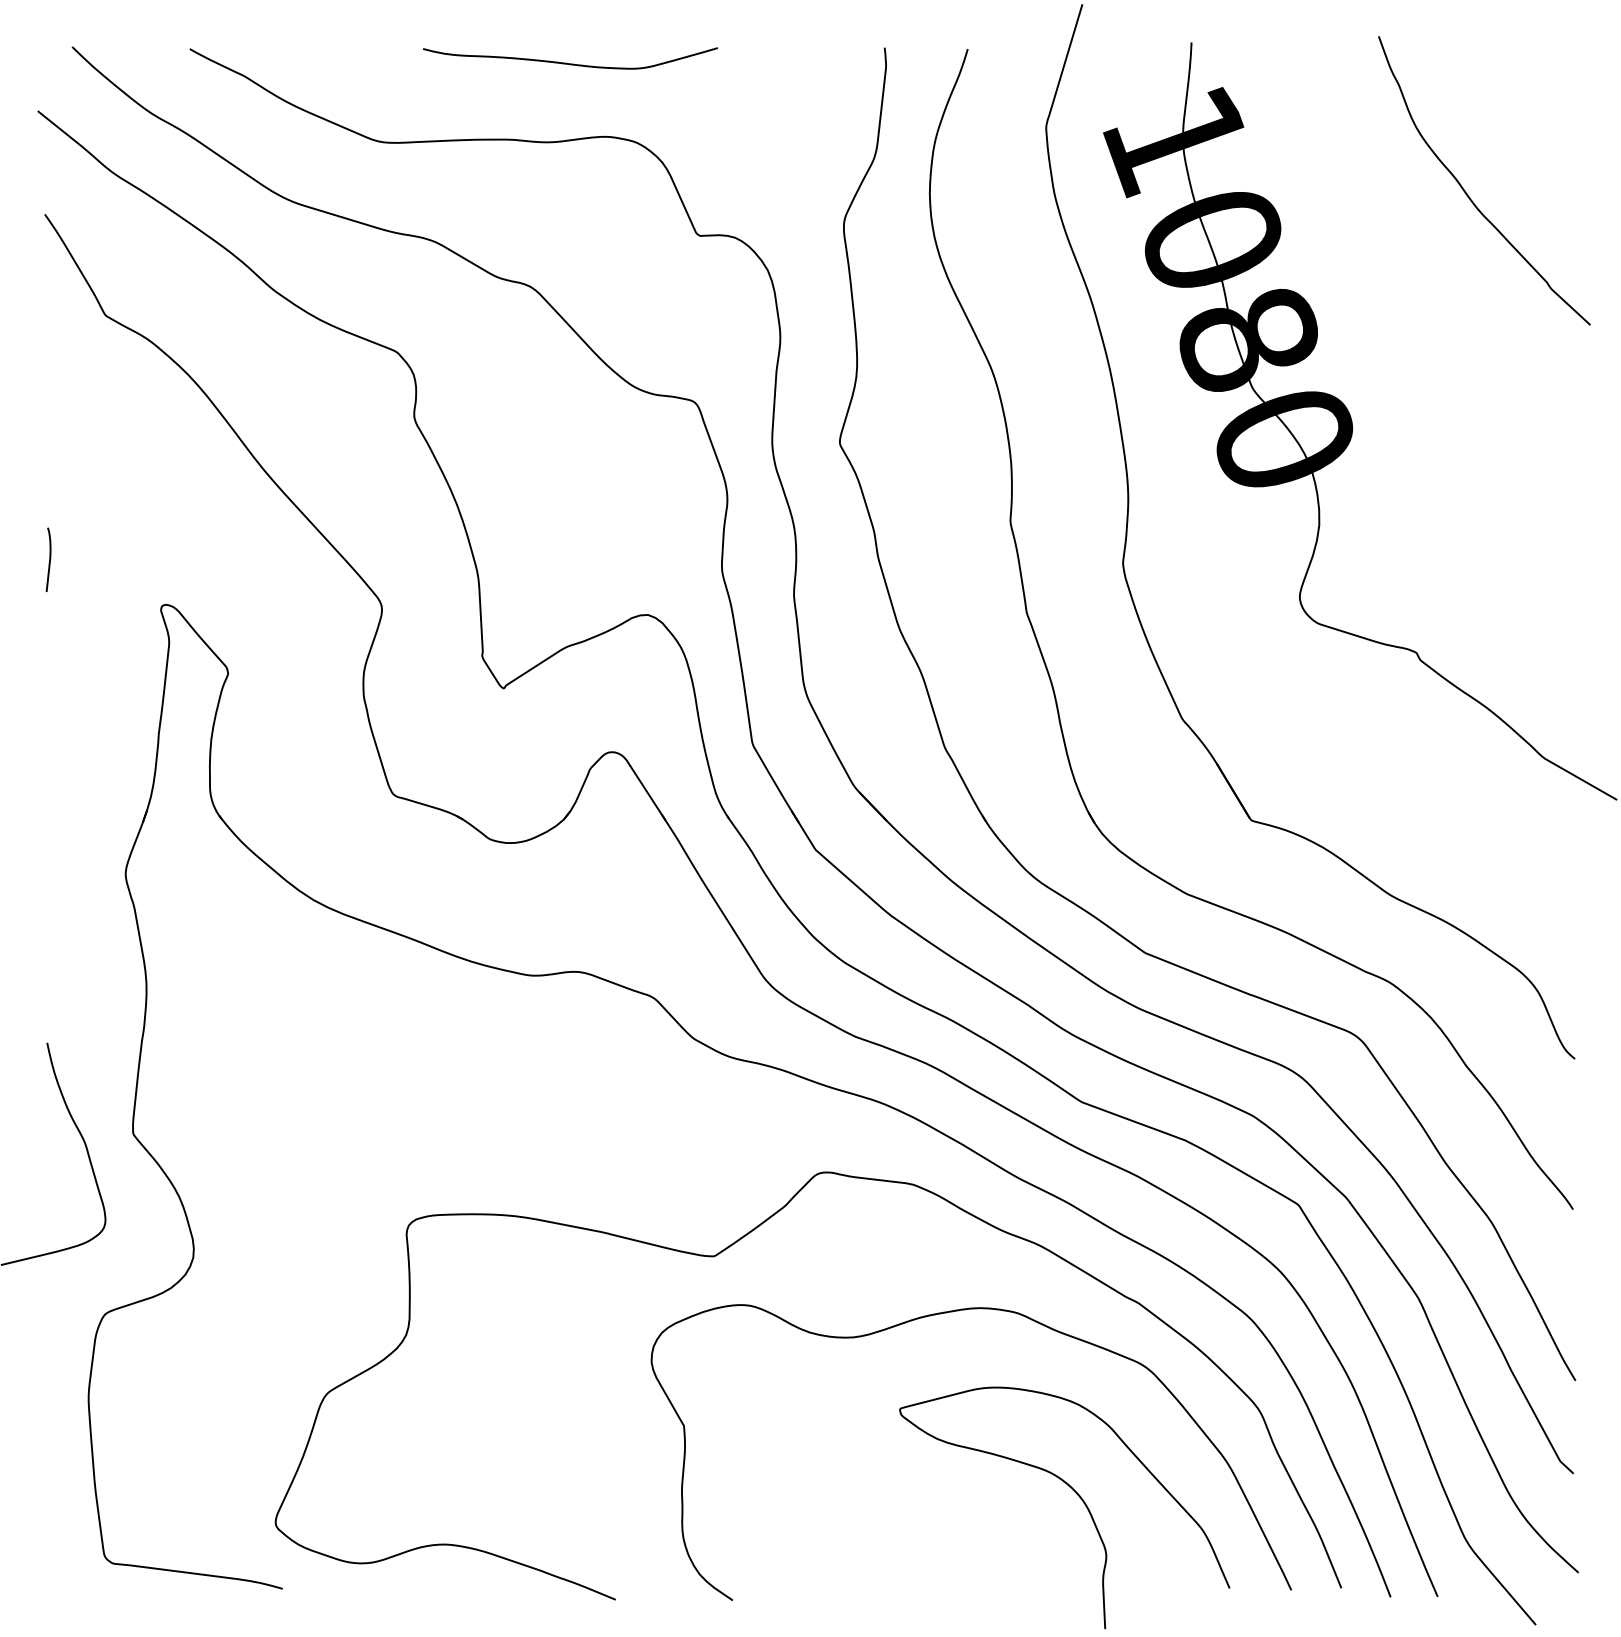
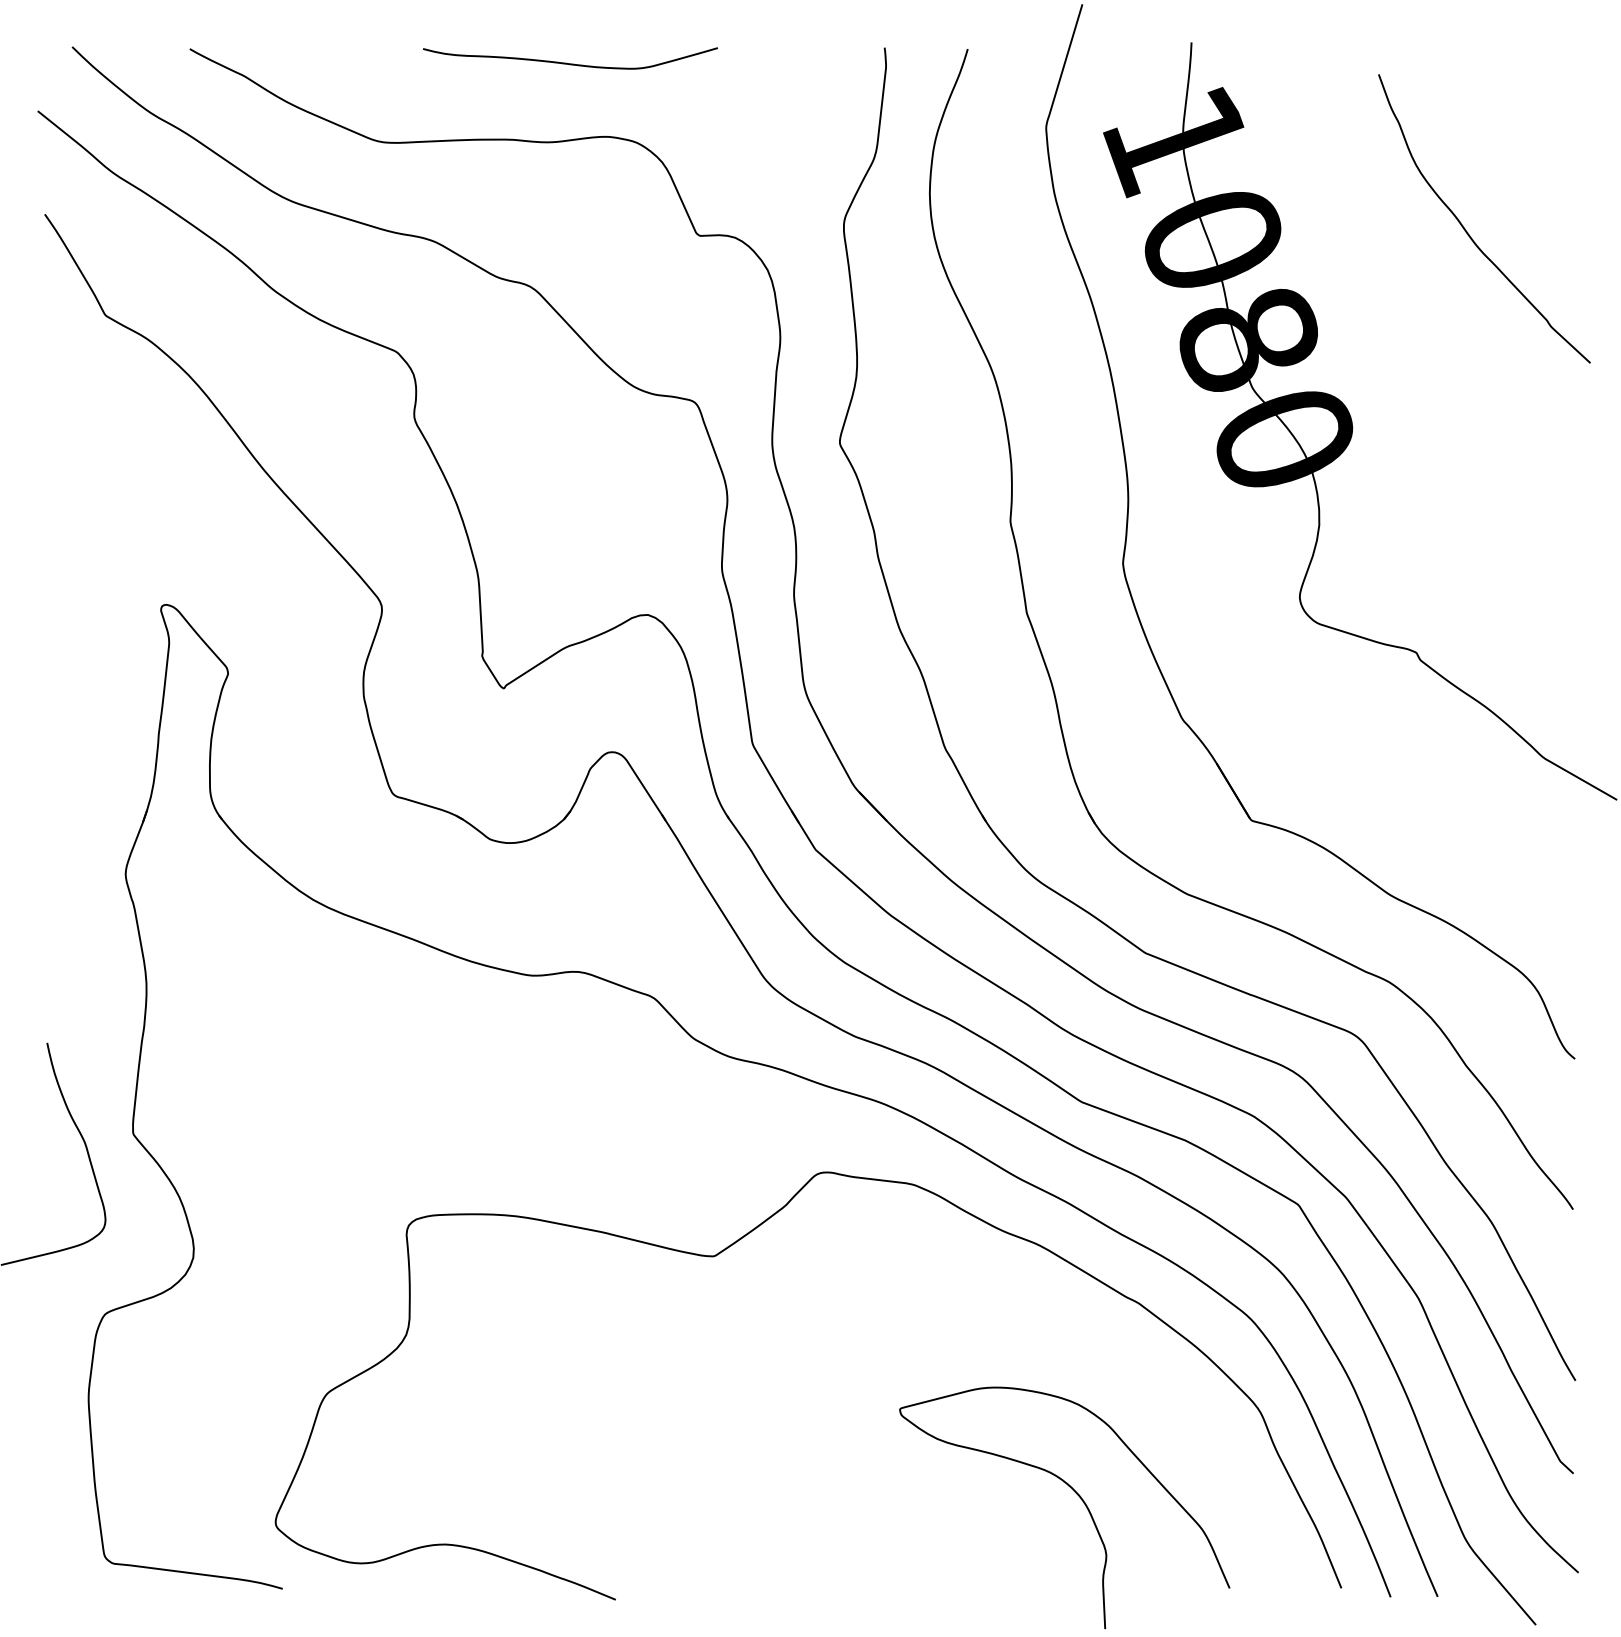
curve at (1467, 193) position: (1467, 193) -> (1467, 231)
curve at (49, 559): present -> none
curve at (941, 1314): present -> none
